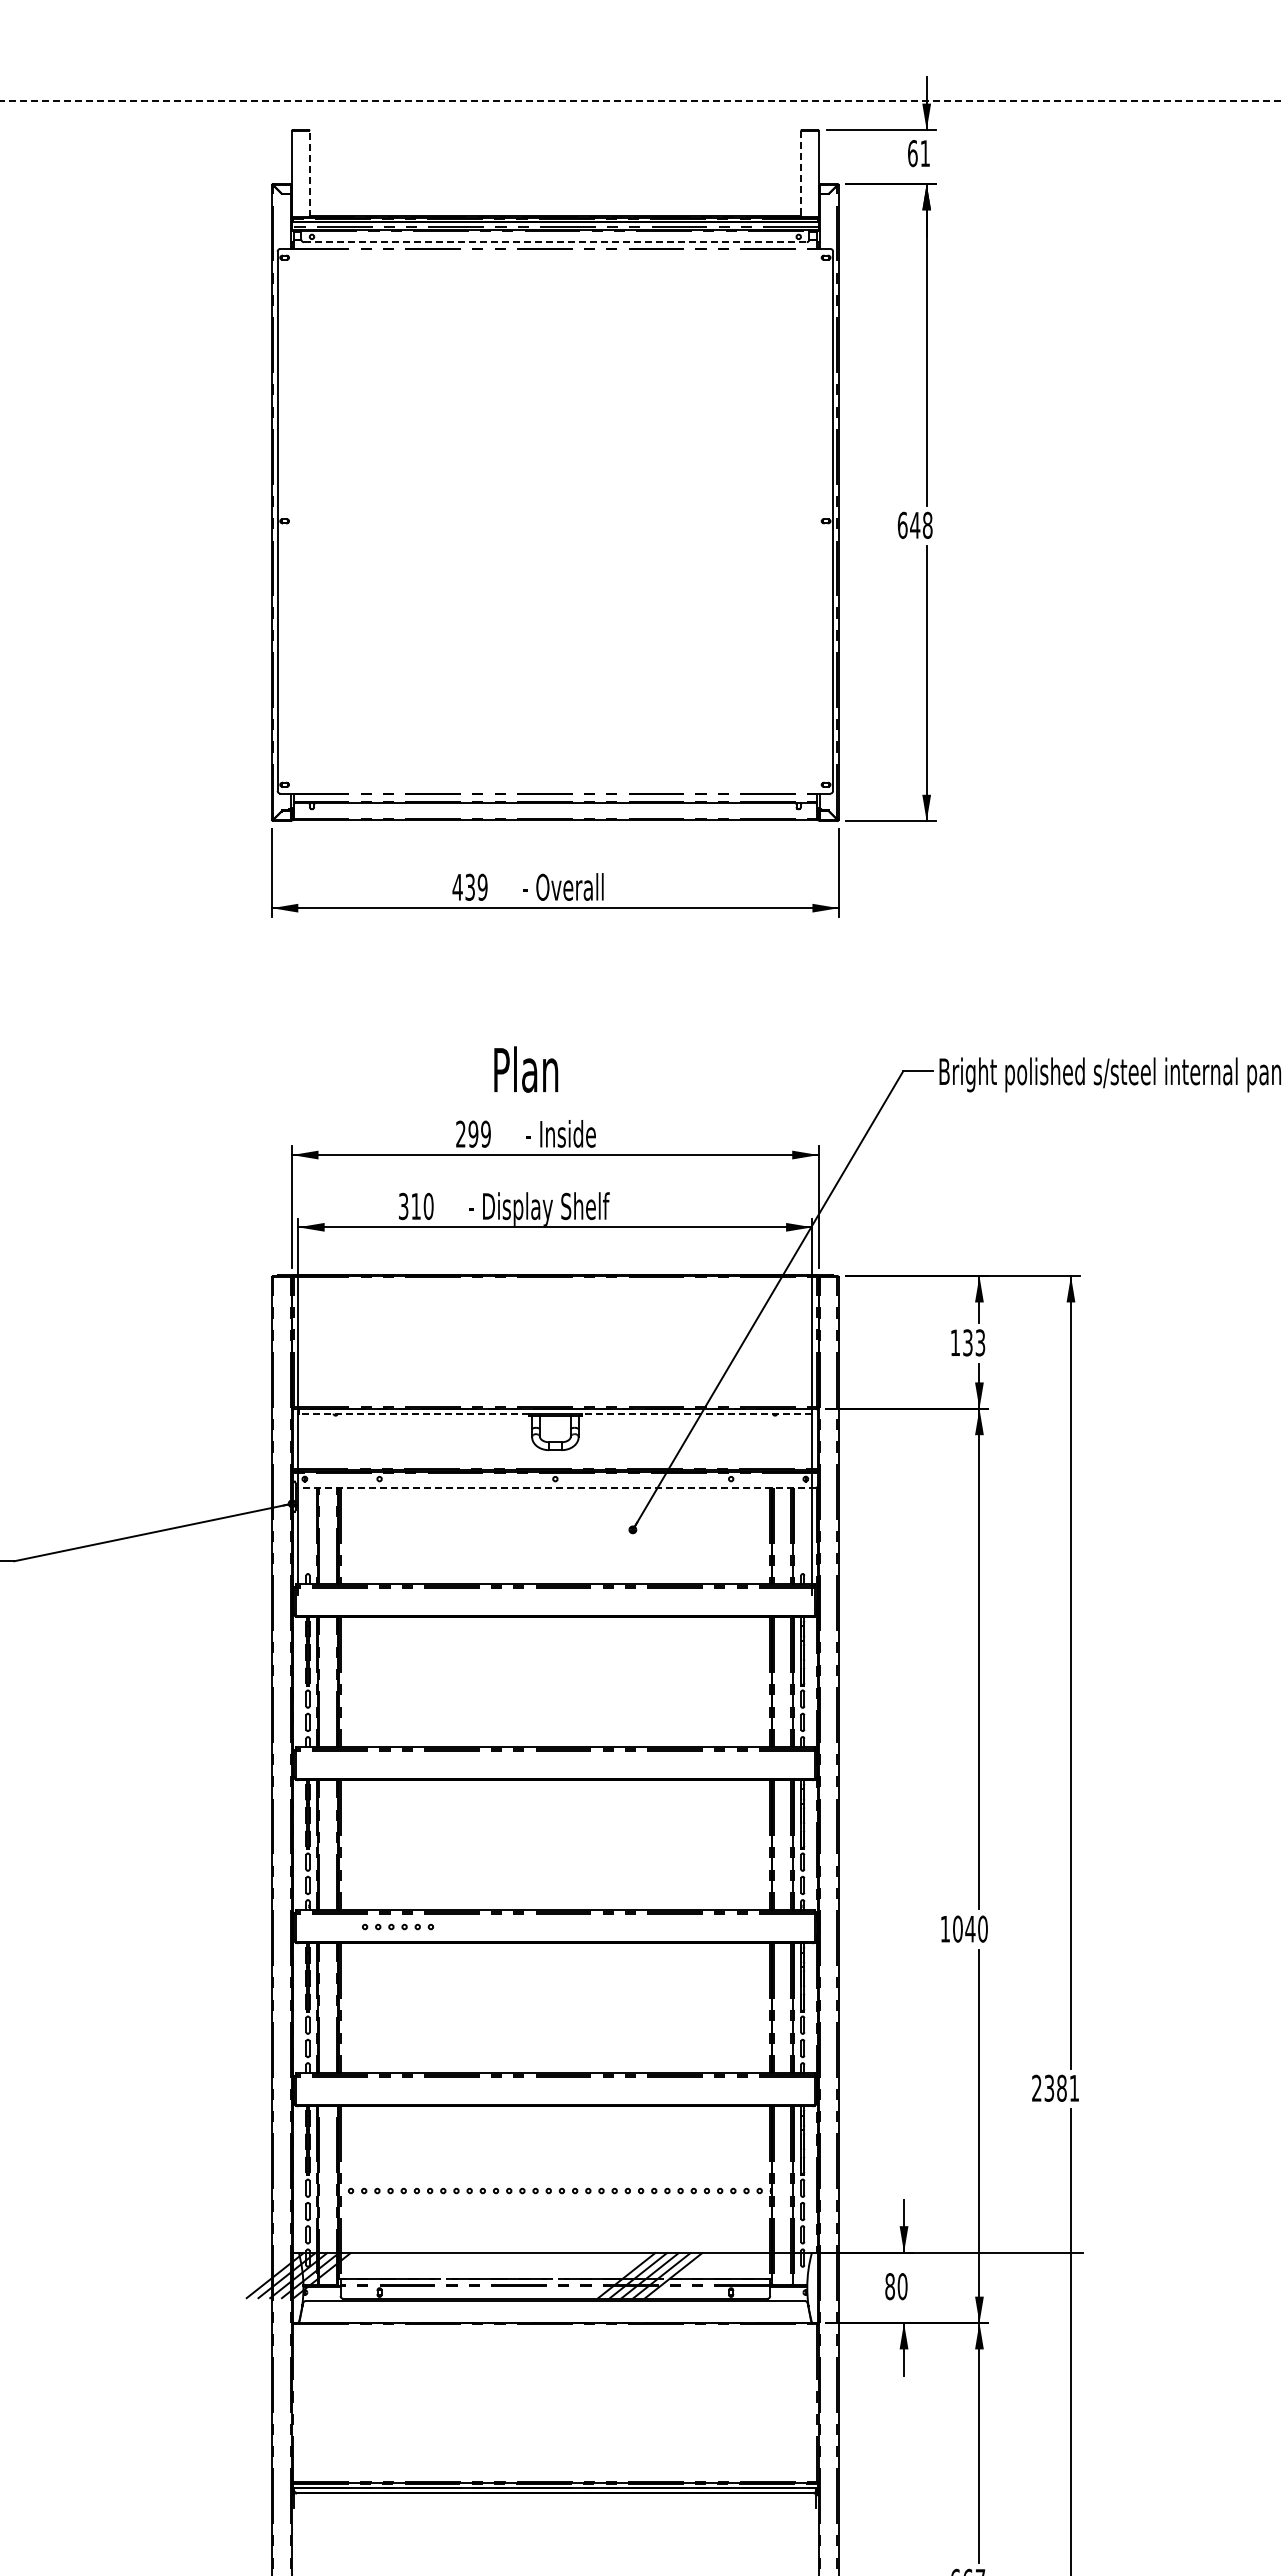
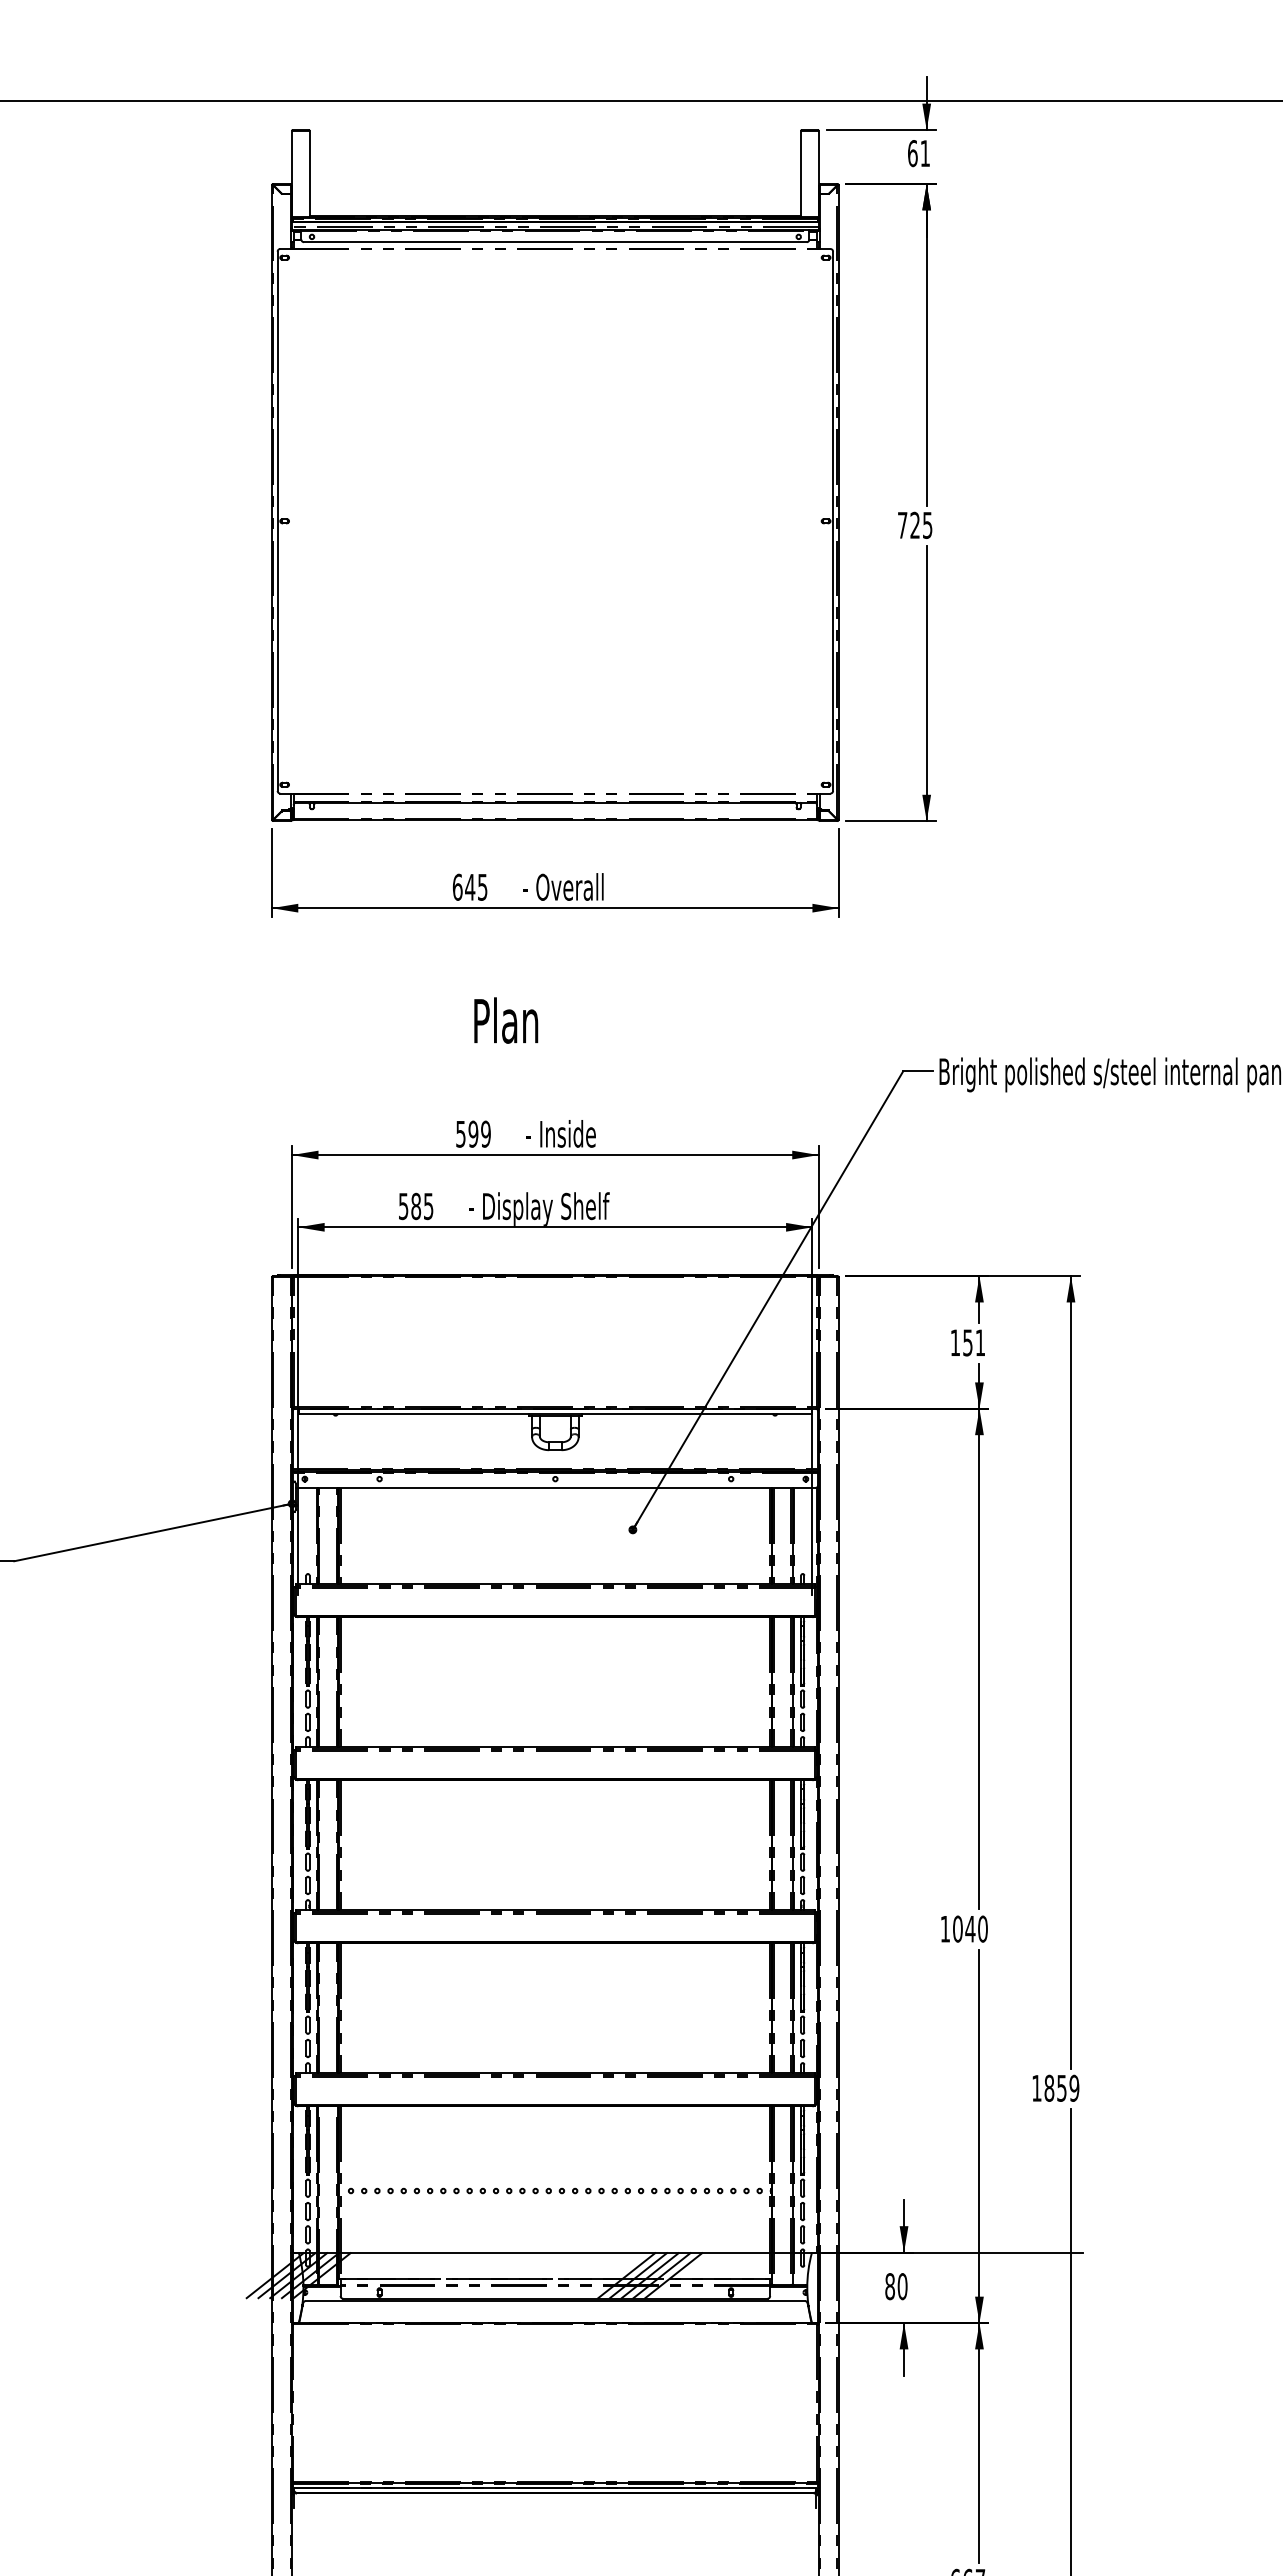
line at (641, 100): dashed -> solid
line at (309, 173): dashed -> solid
line at (801, 174): dashed -> solid
line at (555, 242): dashed -> solid
text at (914, 524): 648 -> 725
text at (469, 886): 439 -> 645
text at (526, 1069) position: (526, 1069) -> (506, 1020)
text at (460, 1133): 299 -> 599
text at (416, 1206): 310 -> 585
text at (974, 1342): 133 -> 151
line at (413, 1413): dashed -> solid
line at (696, 1413): dashed -> solid
line at (555, 1487): dashed -> solid
part at (397, 1926): present -> none
text at (1055, 2087): 2381 -> 1859
